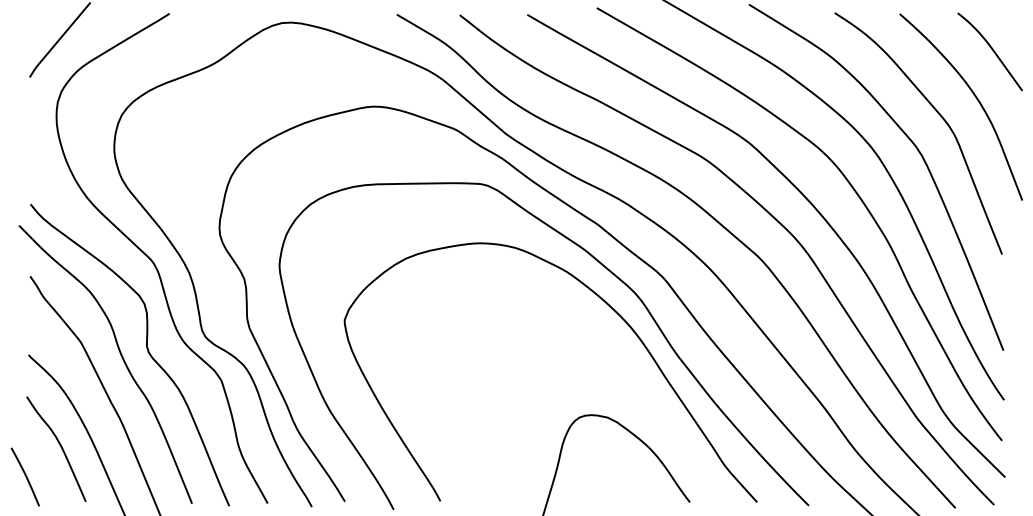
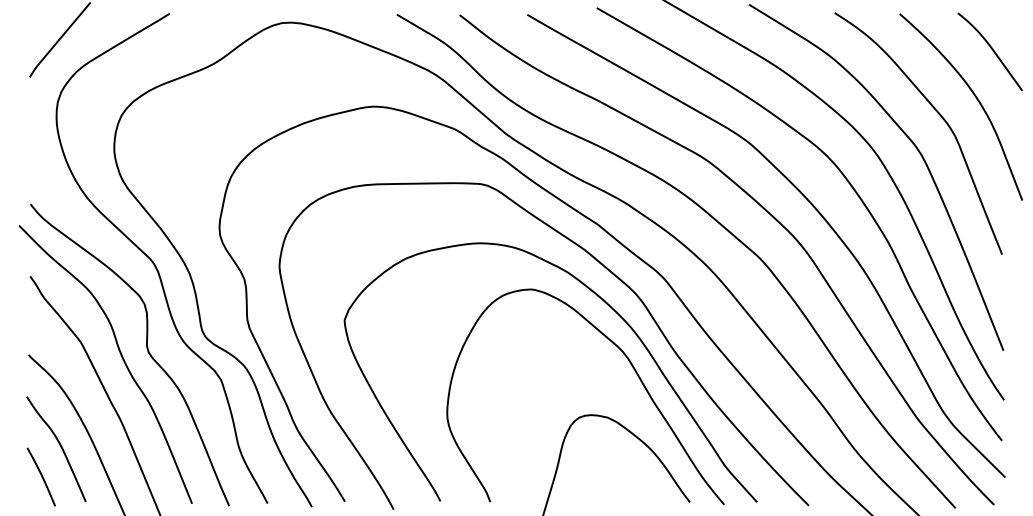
curve at (631, 366): none -> present
curve at (24, 475) position: (24, 475) -> (40, 475)
